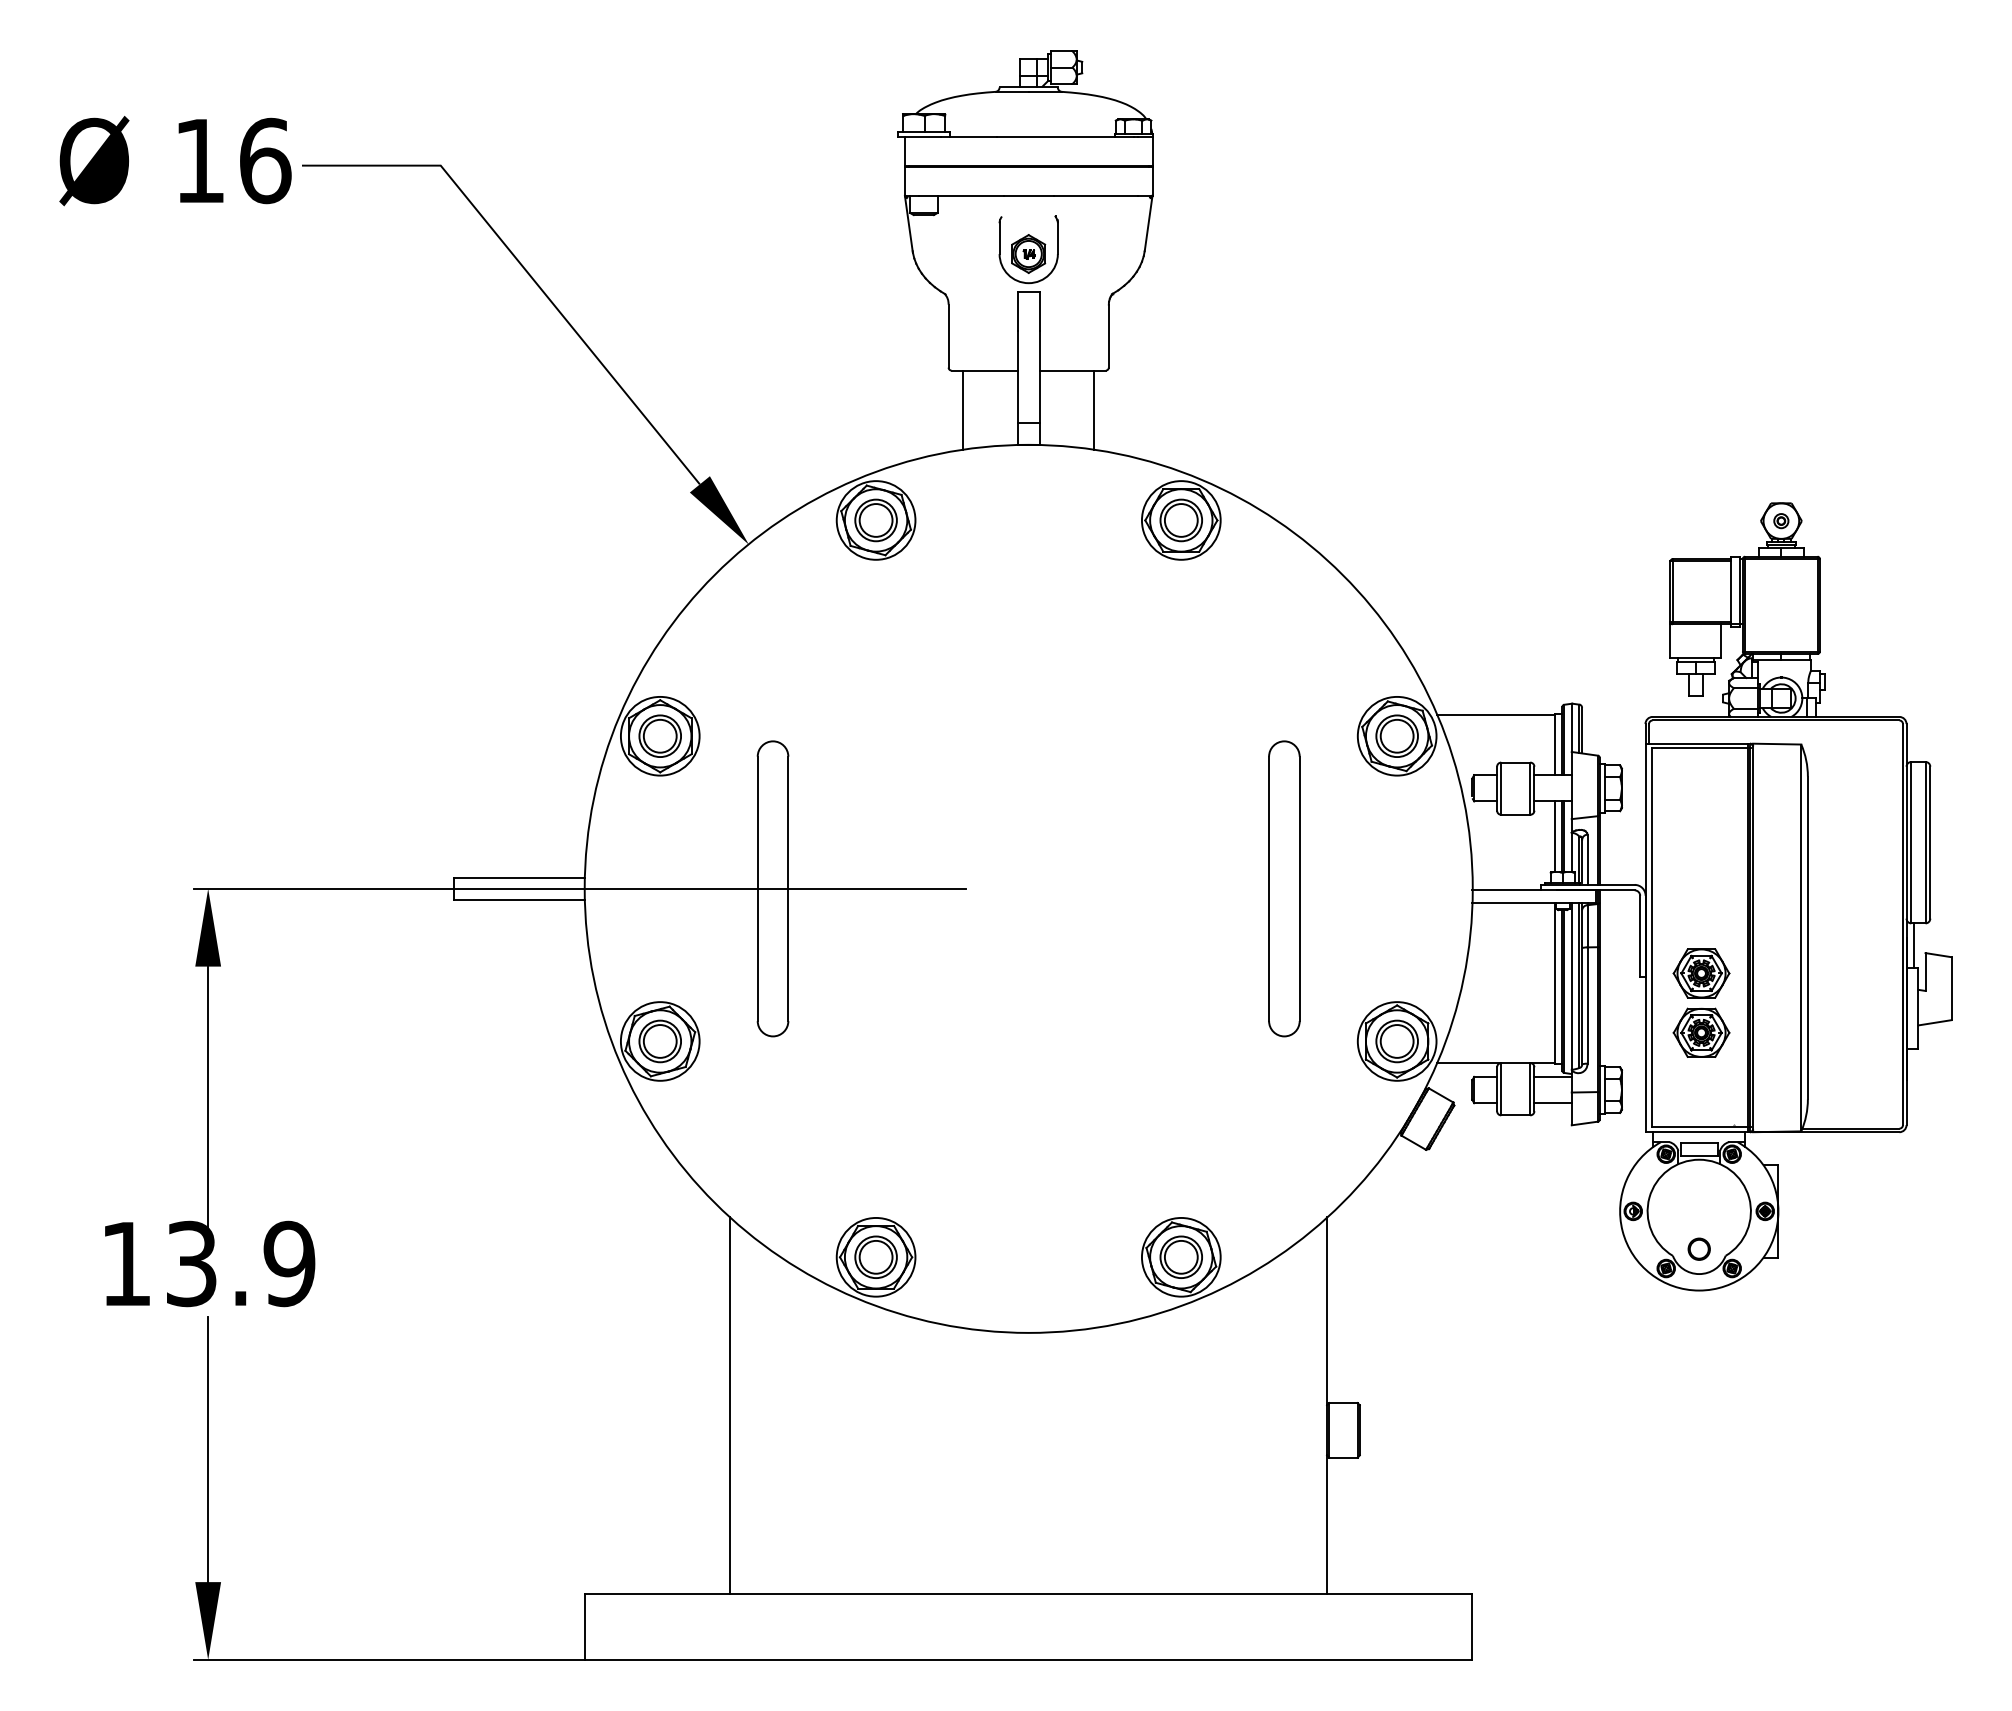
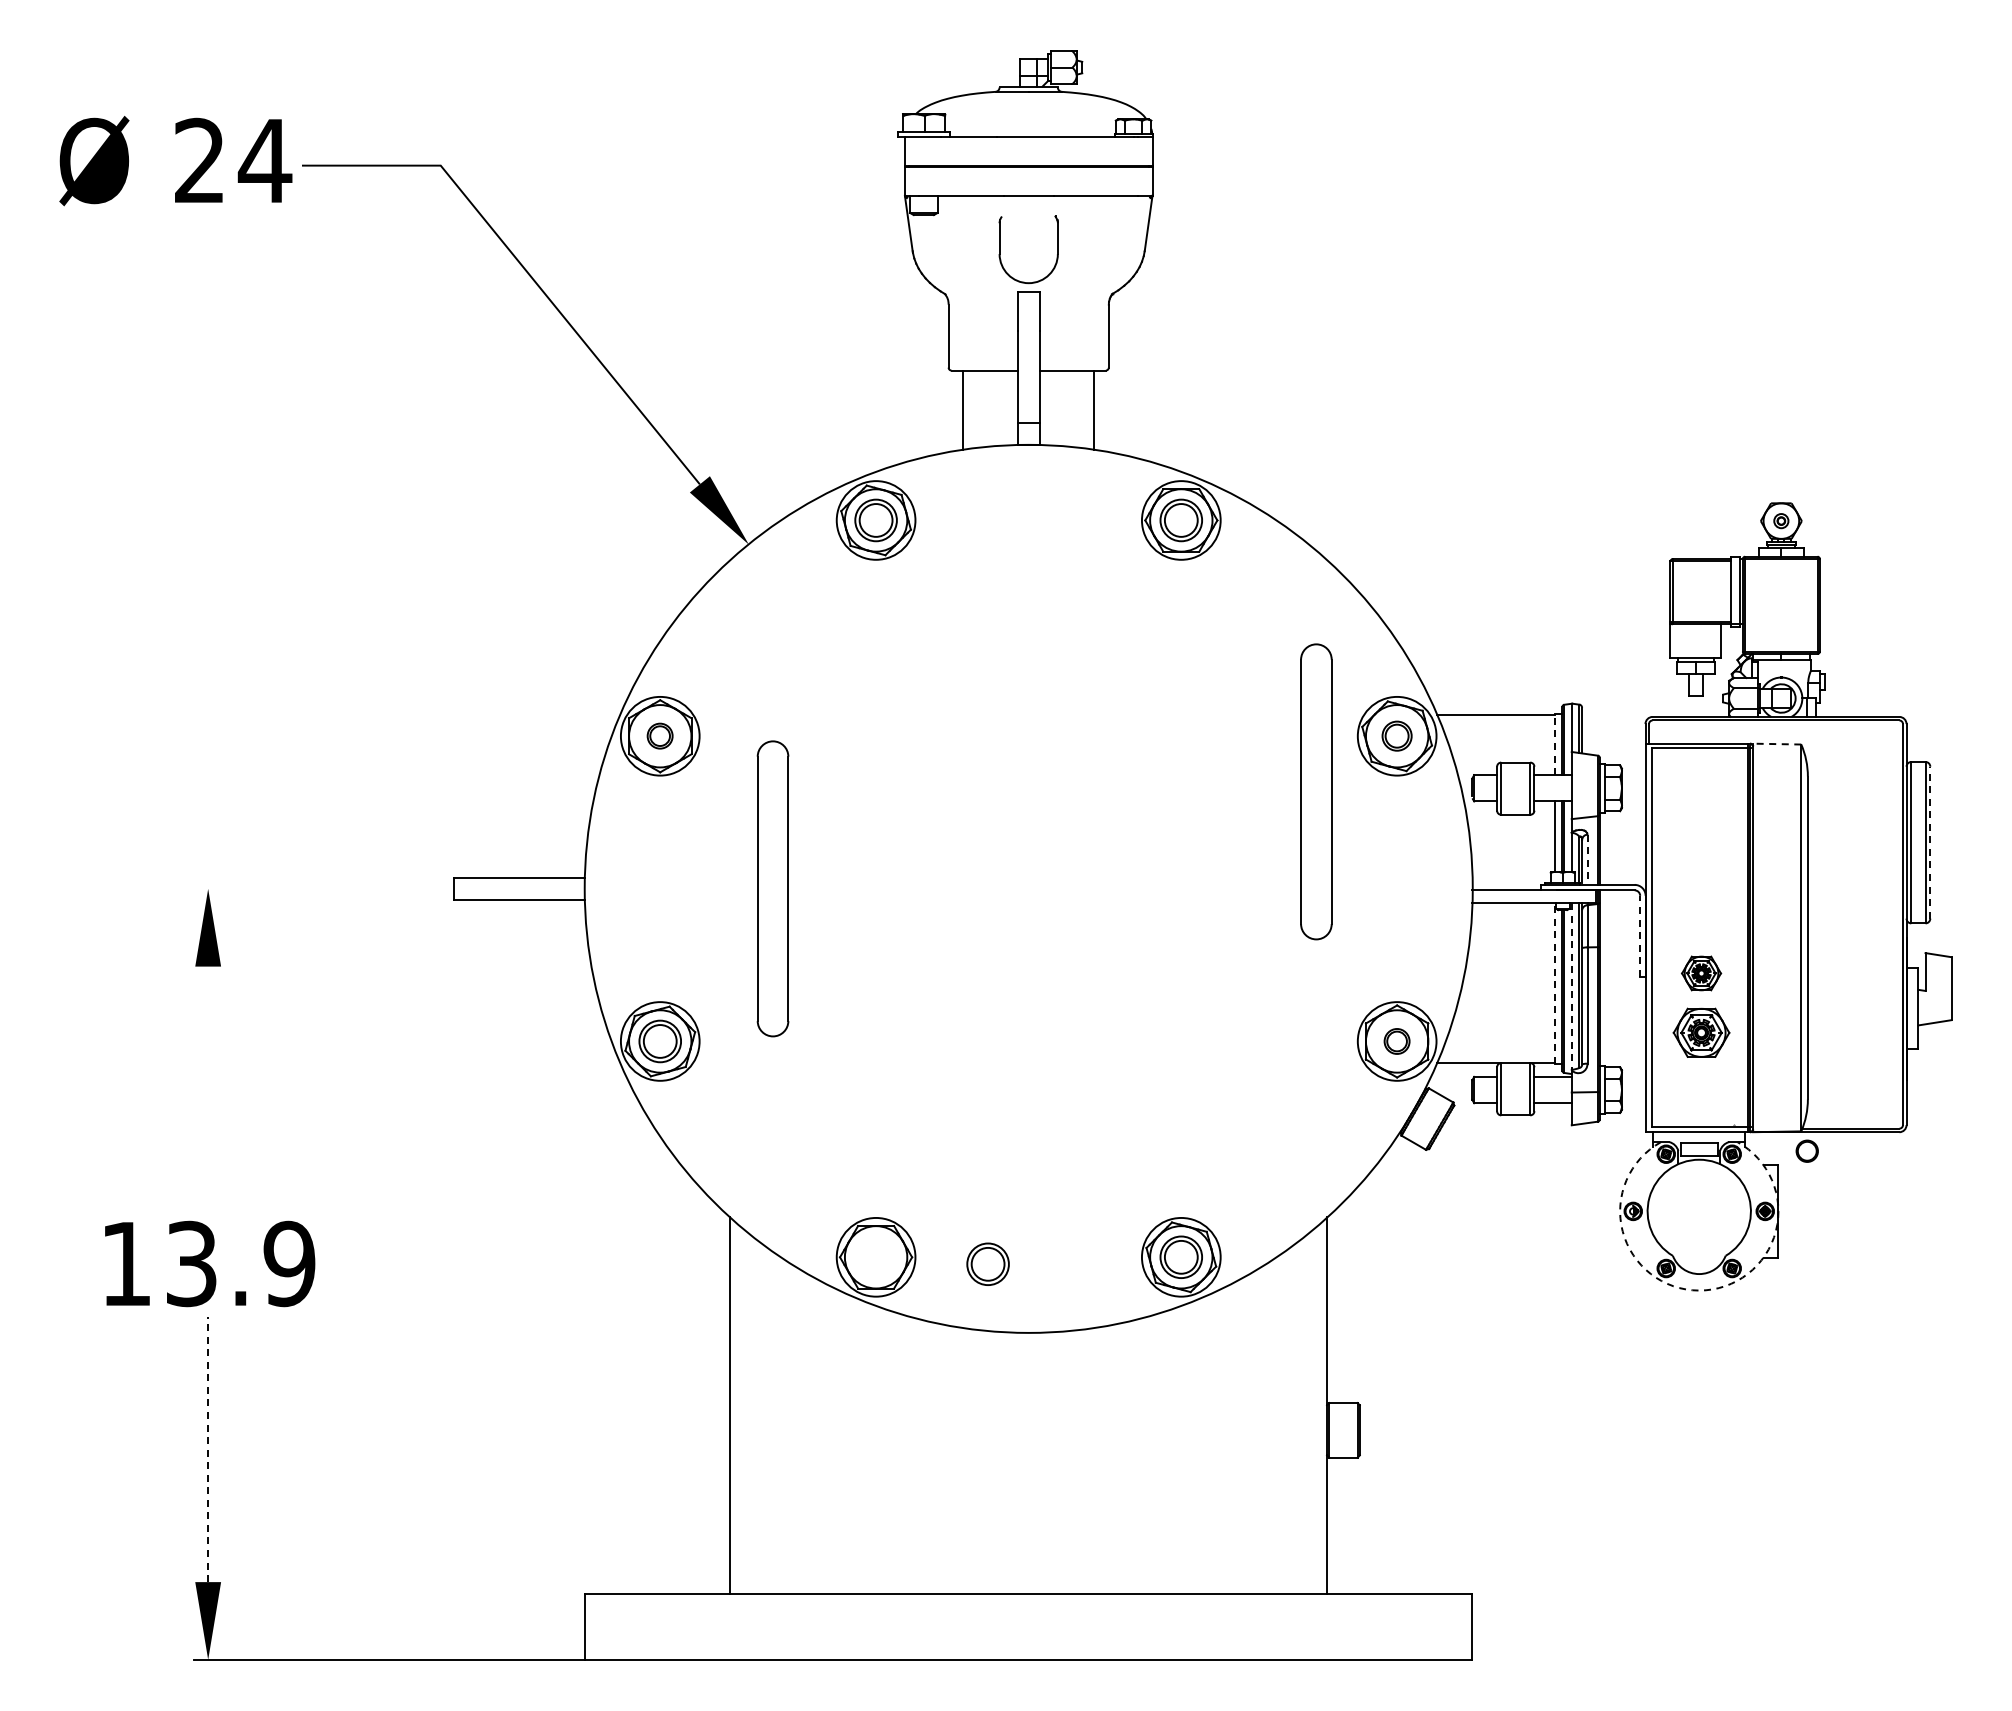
text at (233, 160): 16 -> 24
part at (1028, 253): present -> none
part at (659, 735) size: 44x44 px -> 28x28 px
part at (1396, 735) size: 44x44 px -> 32x32 px
line at (1555, 744): solid -> dashed
line at (1776, 744): solid -> dashed
line at (1930, 842): solid -> dashed
line at (1587, 860): solid -> dashed
line at (580, 888): present -> none
part at (1284, 888) position: (1284, 888) -> (1316, 791)
line at (1640, 935): solid -> dashed
line at (1914, 945): present -> none
part at (1701, 973) size: 59x51 px -> 42x37 px
line at (1555, 983): solid -> dashed
line at (1572, 987): solid -> dashed
part at (1396, 1041) size: 44x45 px -> 28x27 px
line at (208, 1098): present -> none
part at (1698, 1248) position: (1698, 1248) -> (1806, 1150)
part at (875, 1256) position: (875, 1256) -> (987, 1263)
arc at (1699, 1290): solid -> dashed
line at (208, 1449): solid -> dashed
